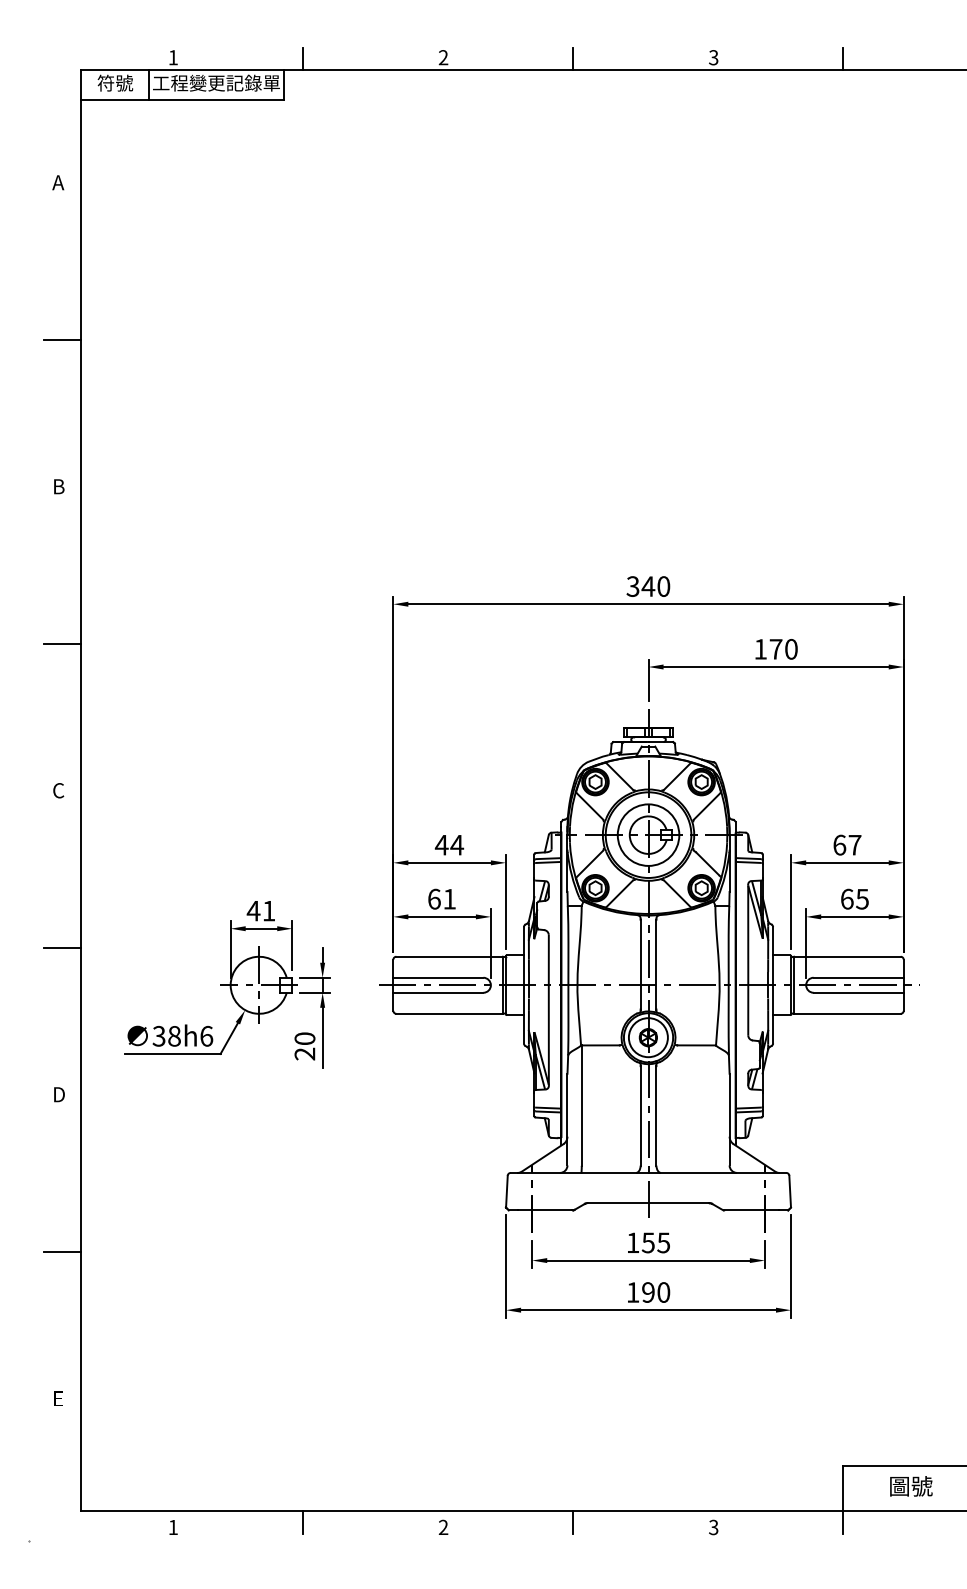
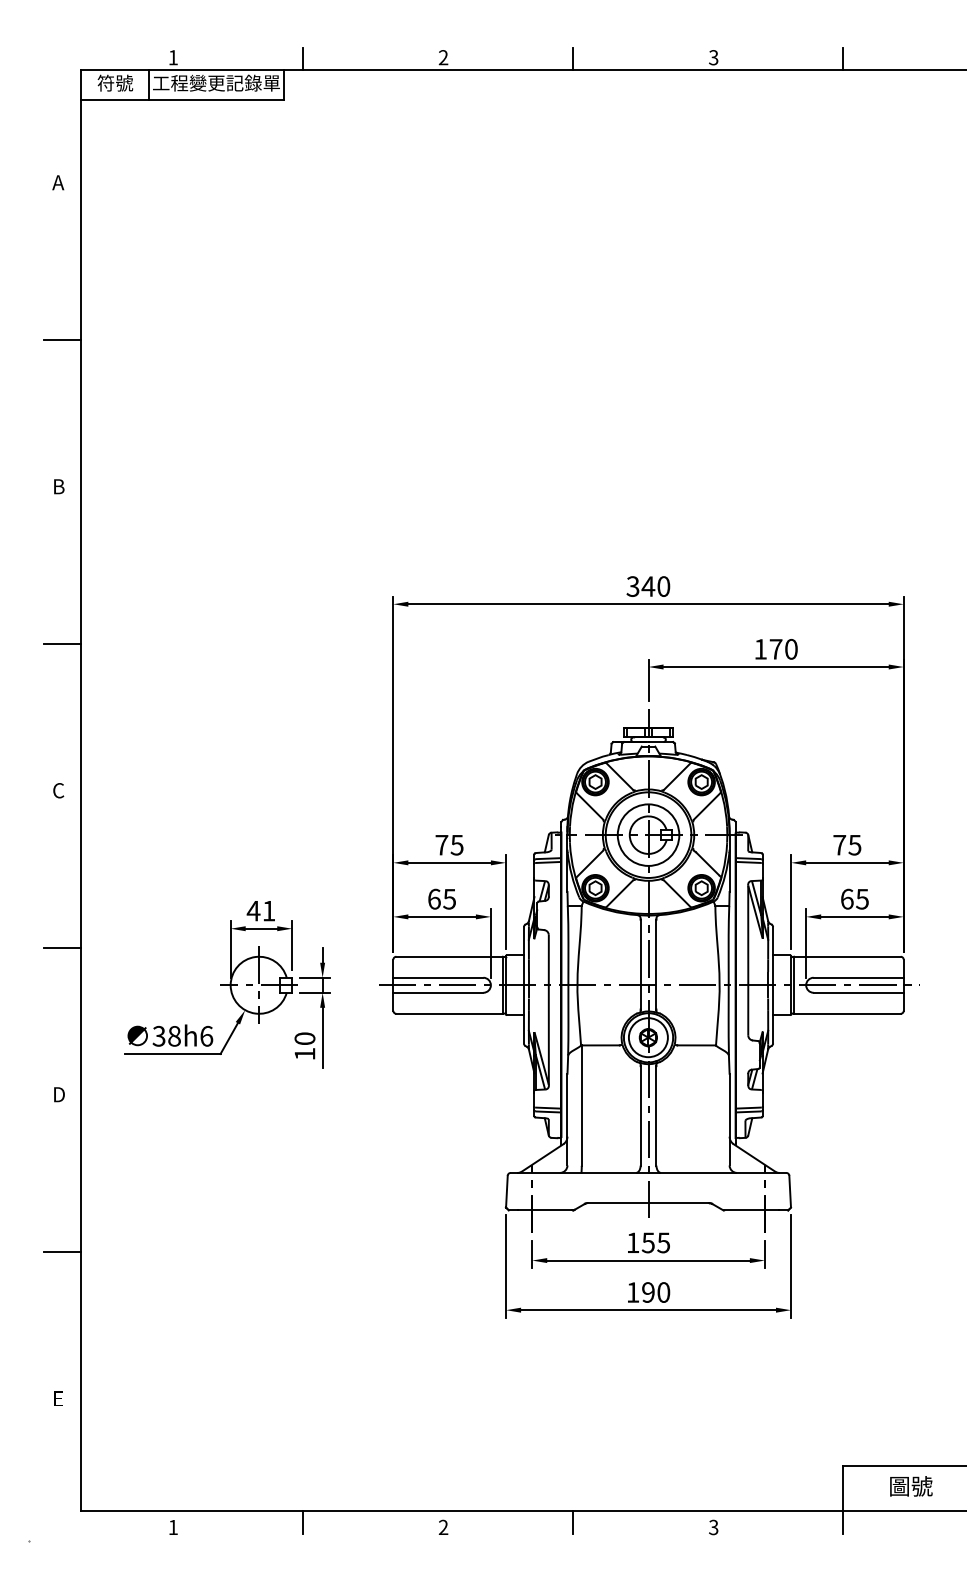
text at (847, 844): 67 -> 75
text at (449, 845): 44 -> 75
text at (449, 899): 61 -> 65
text at (304, 1053): 20 -> 10
